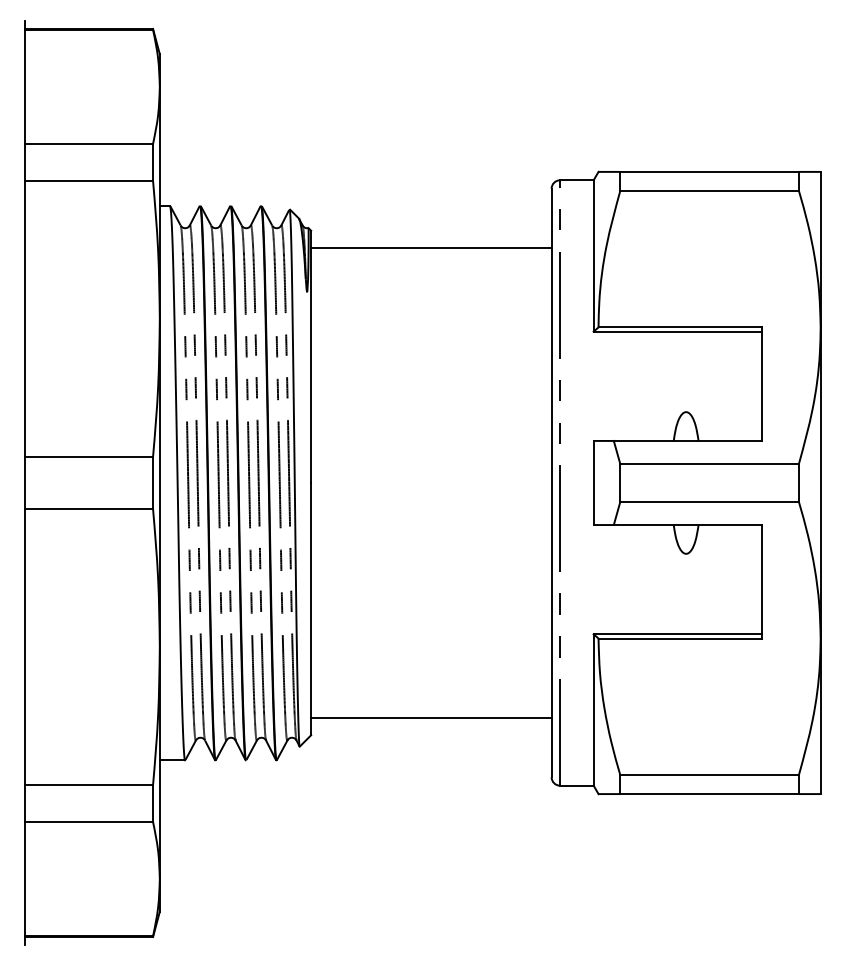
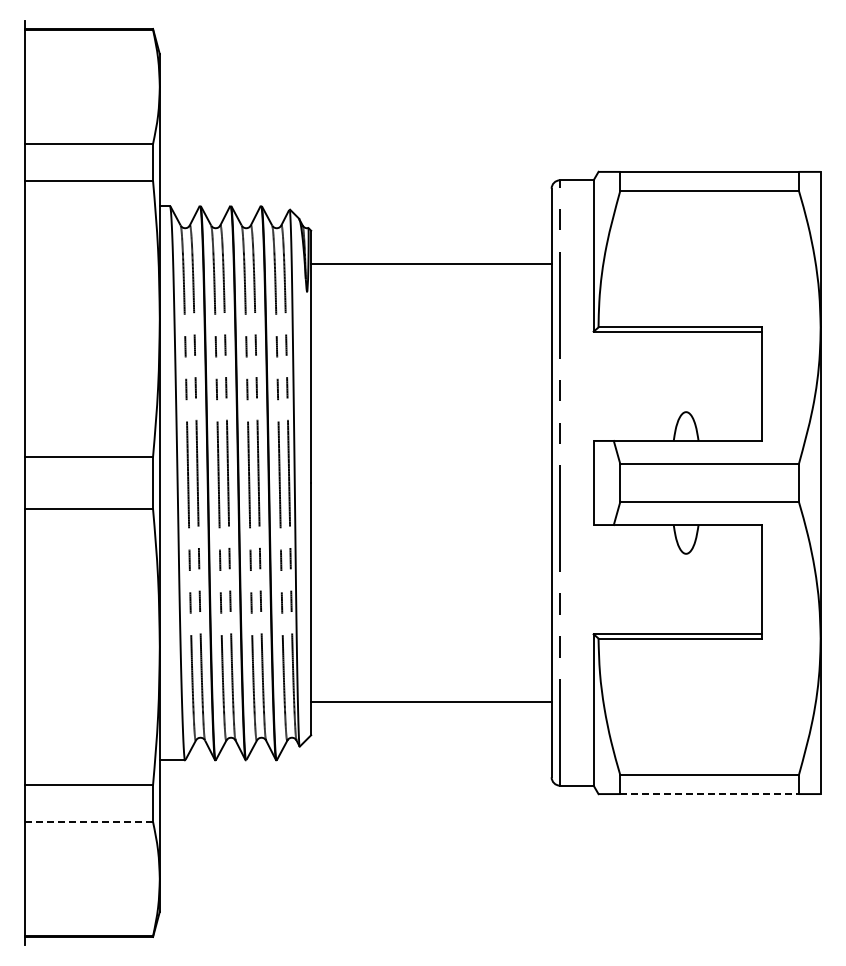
line at (431, 247) position: (431, 247) -> (431, 263)
line at (431, 718) position: (431, 718) -> (431, 702)
line at (710, 794): solid -> dashed
line at (89, 822): solid -> dashed
